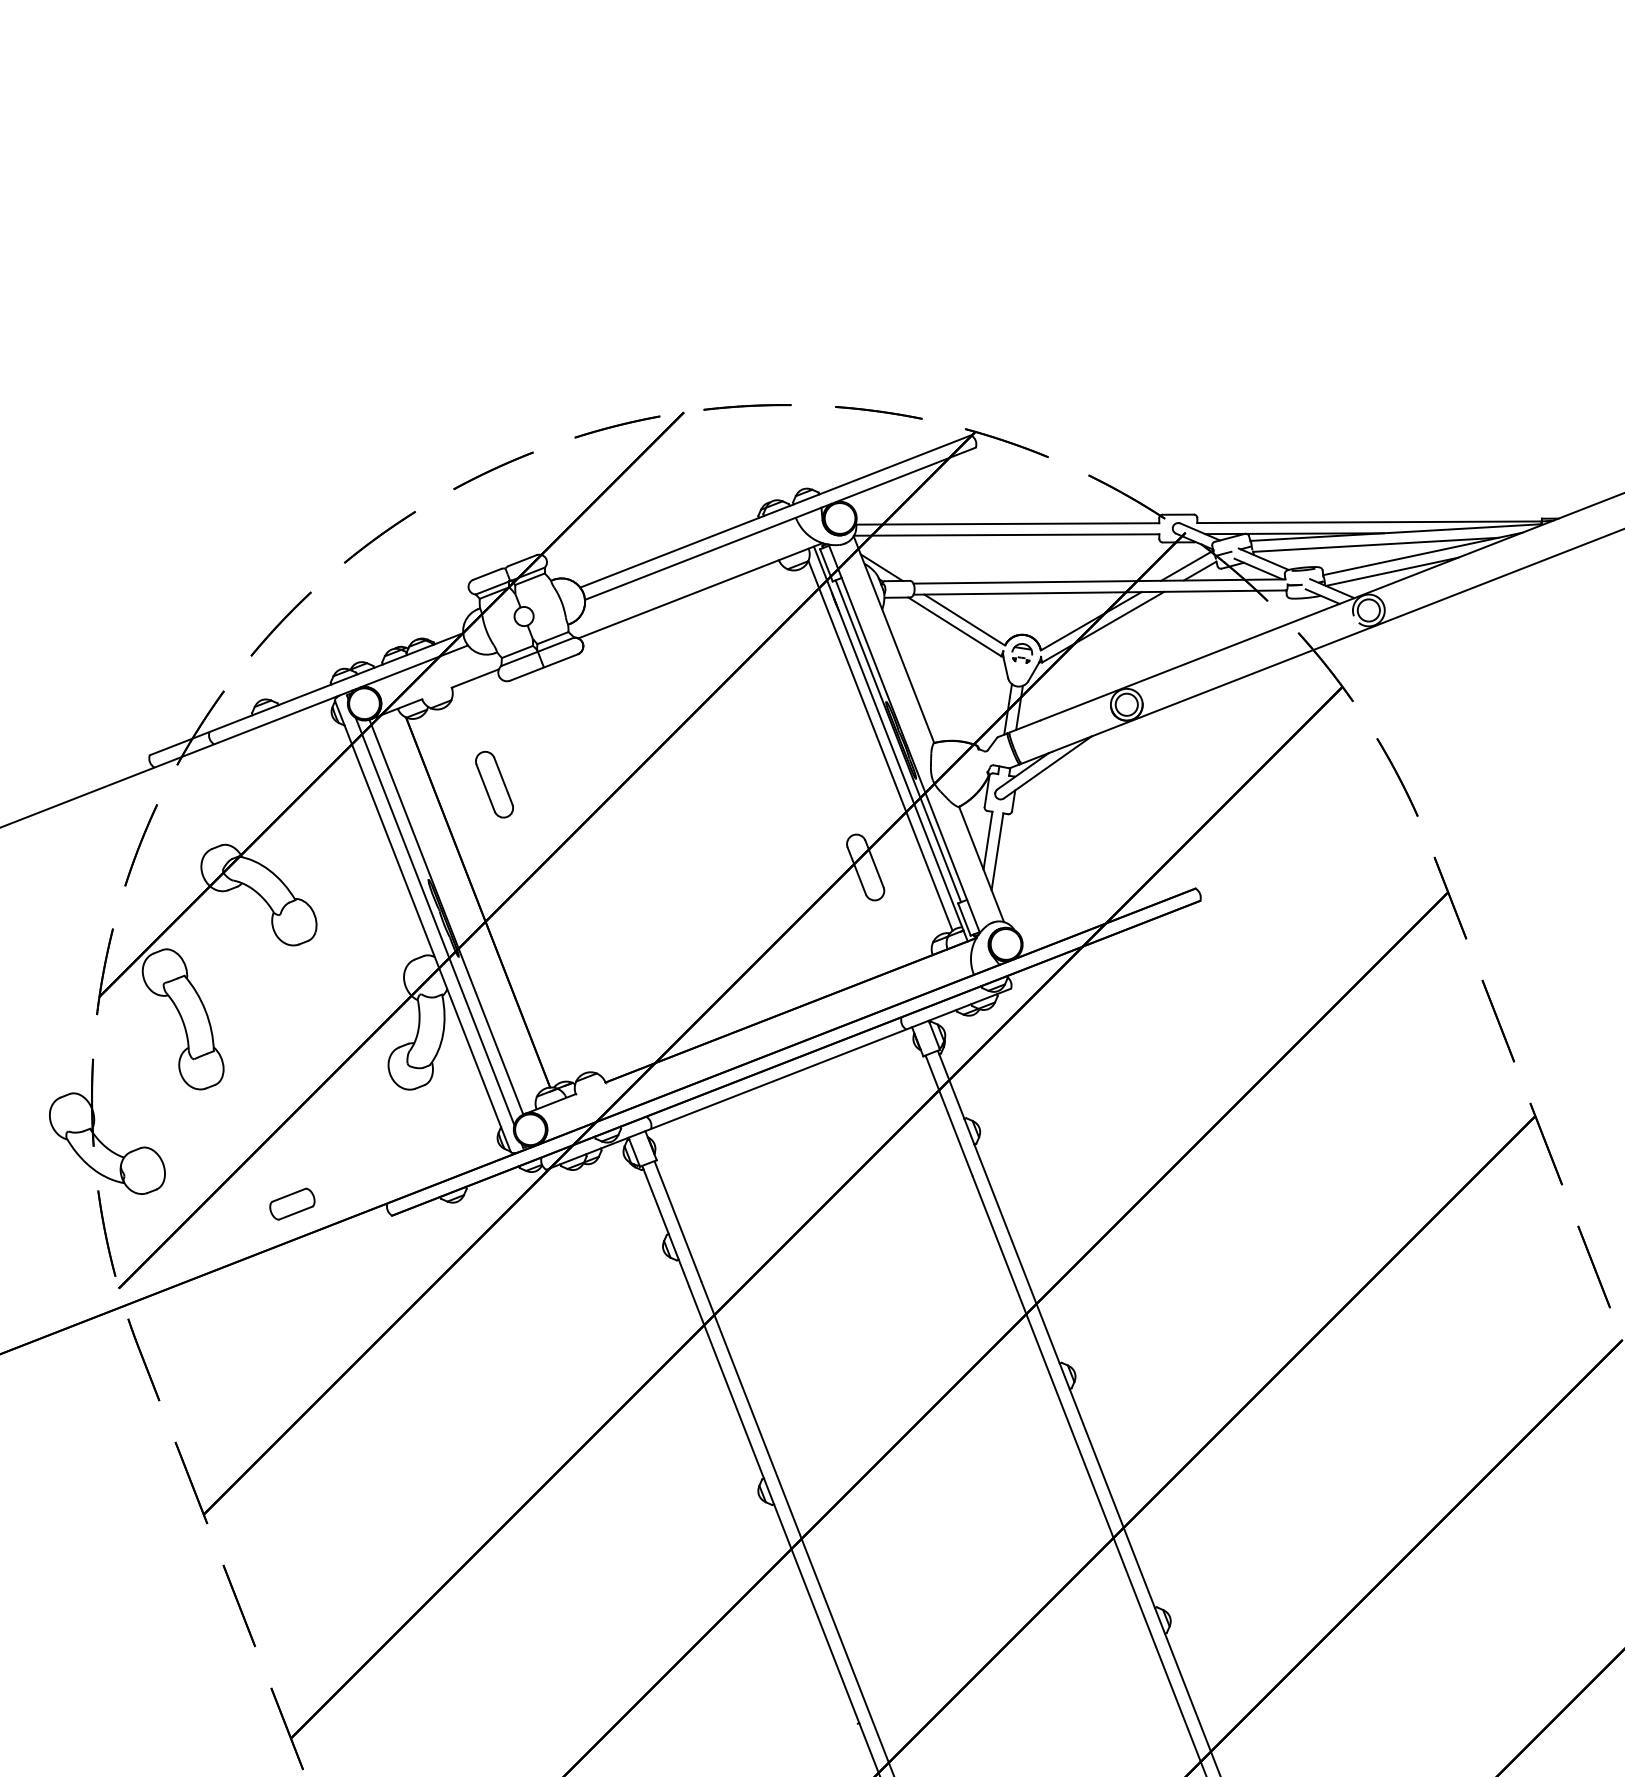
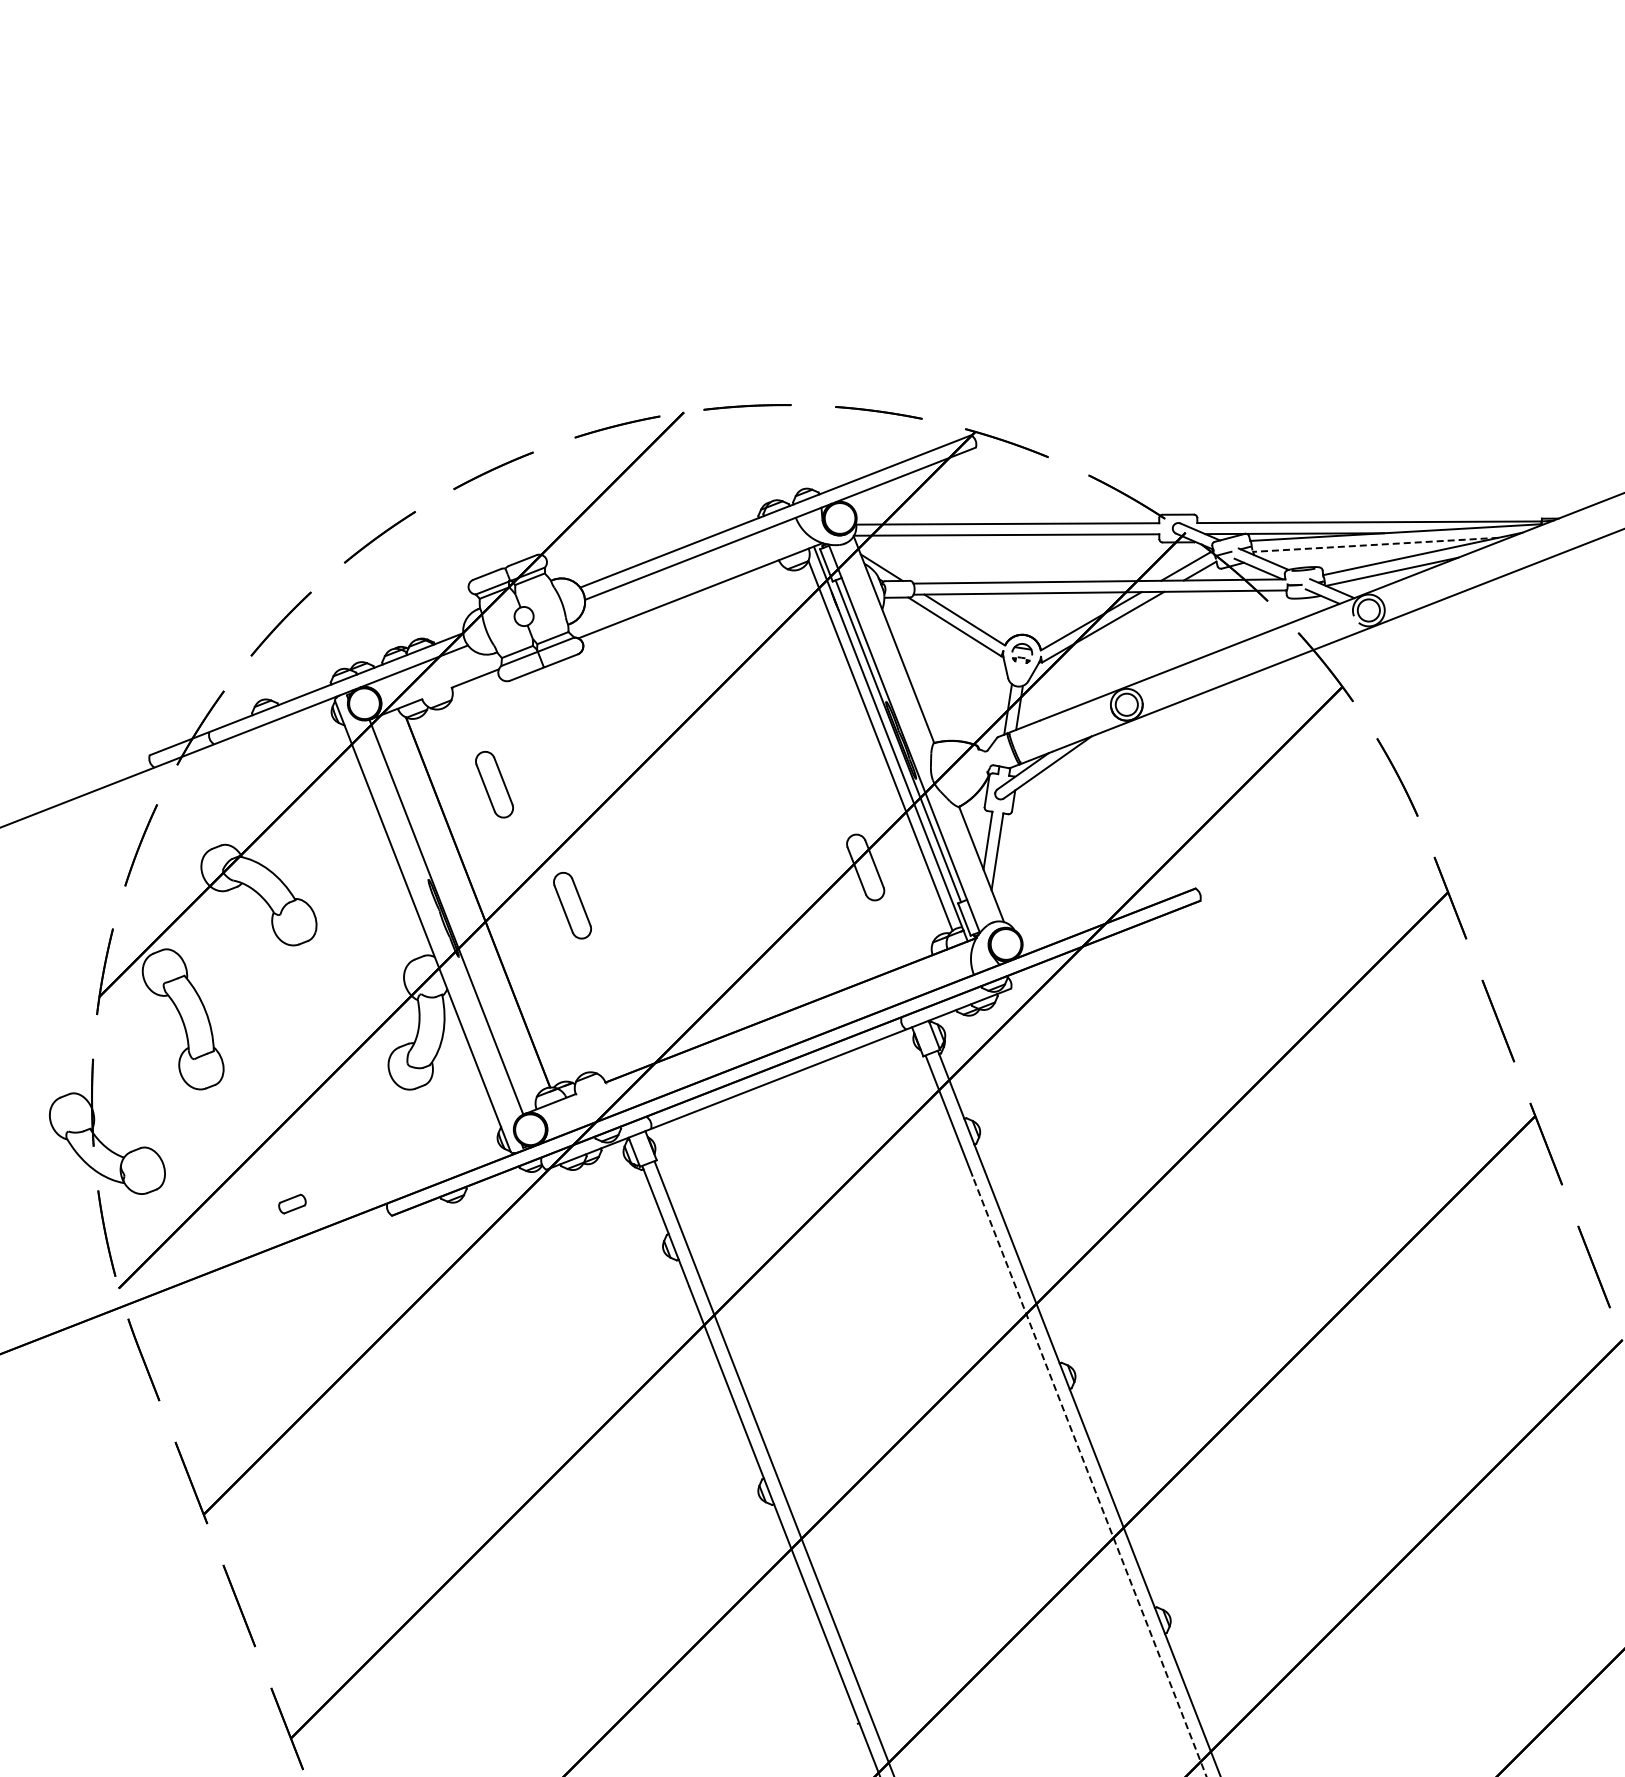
line at (1375, 544): solid -> dashed
part at (572, 905): none -> present
line at (434, 921): present -> none
part at (292, 1203) size: 47x34 px -> 29x22 px
line at (1089, 1476): solid -> dashed
